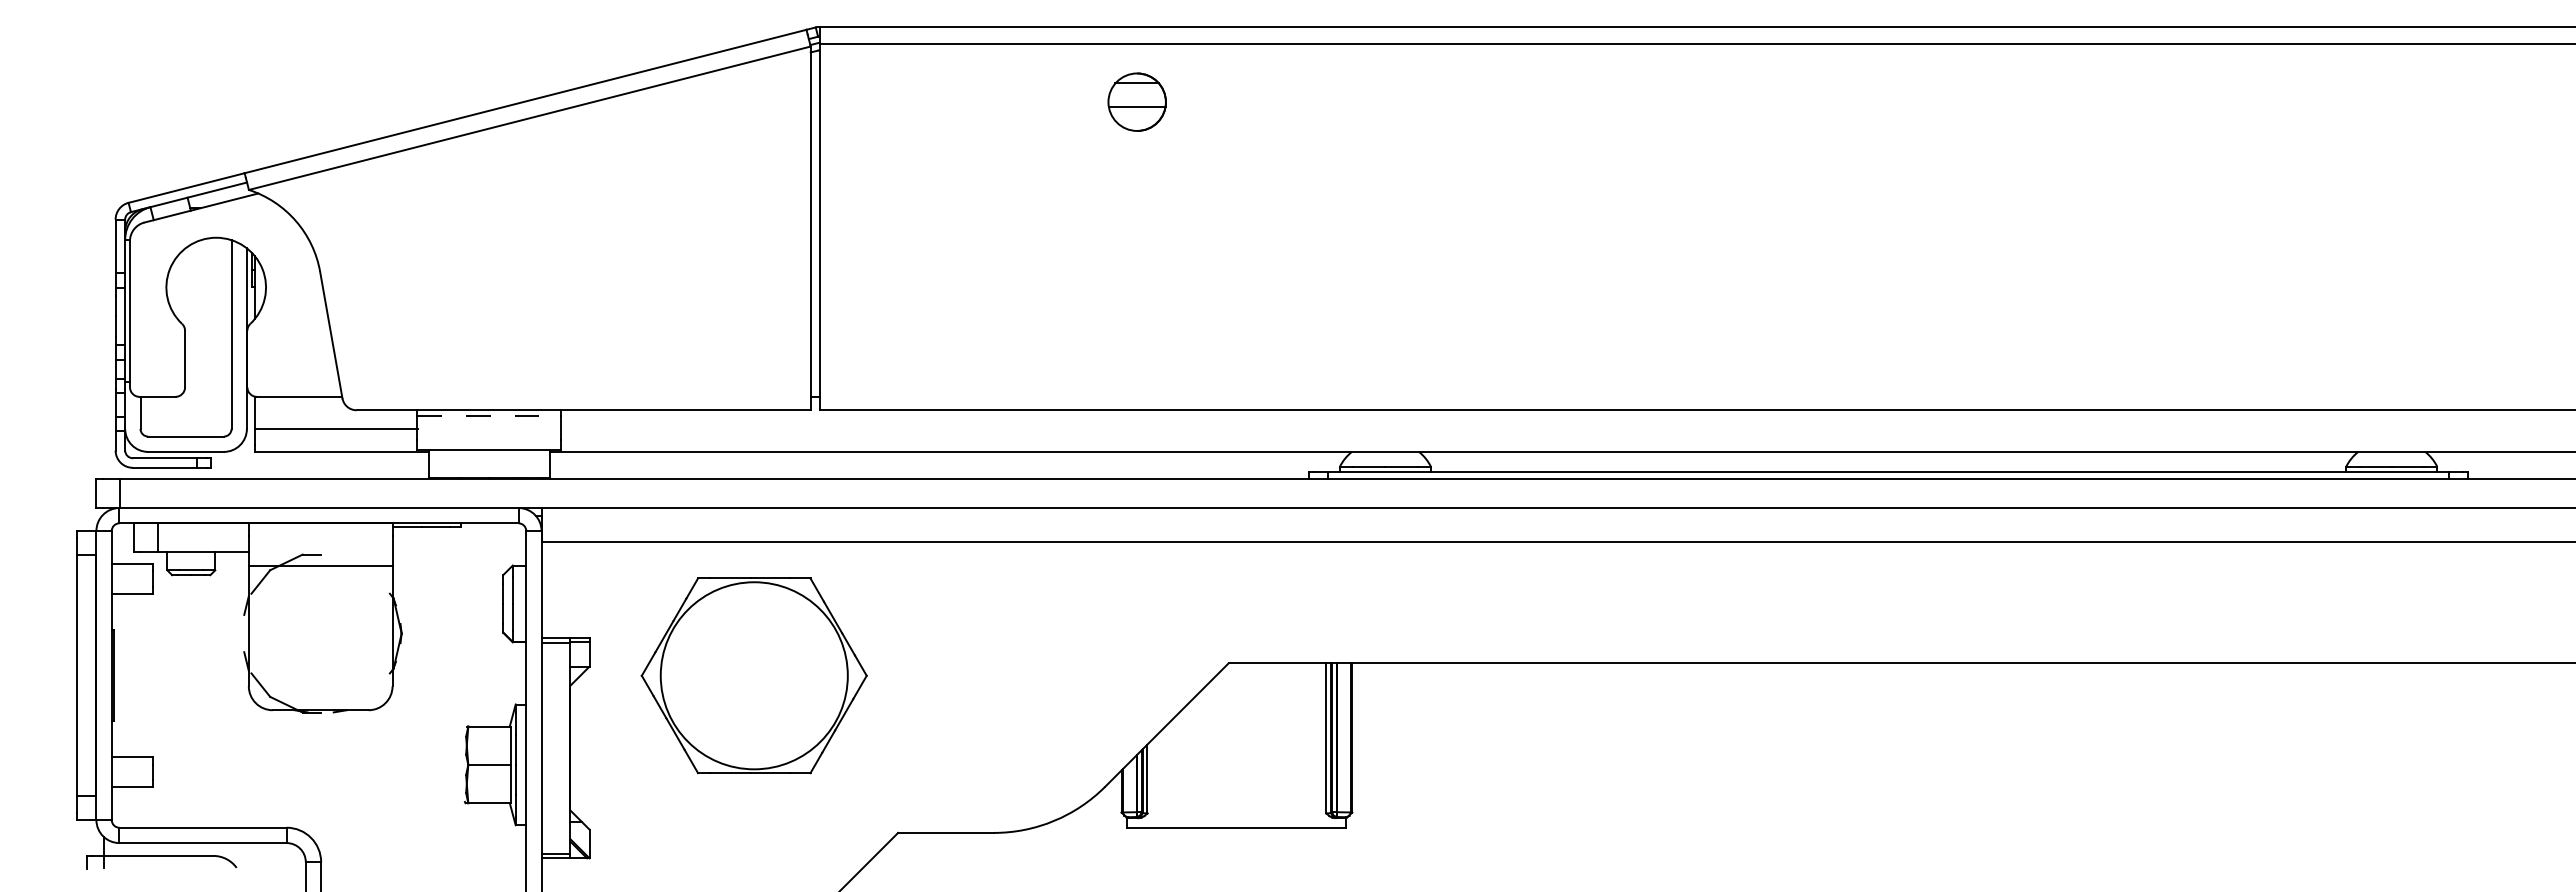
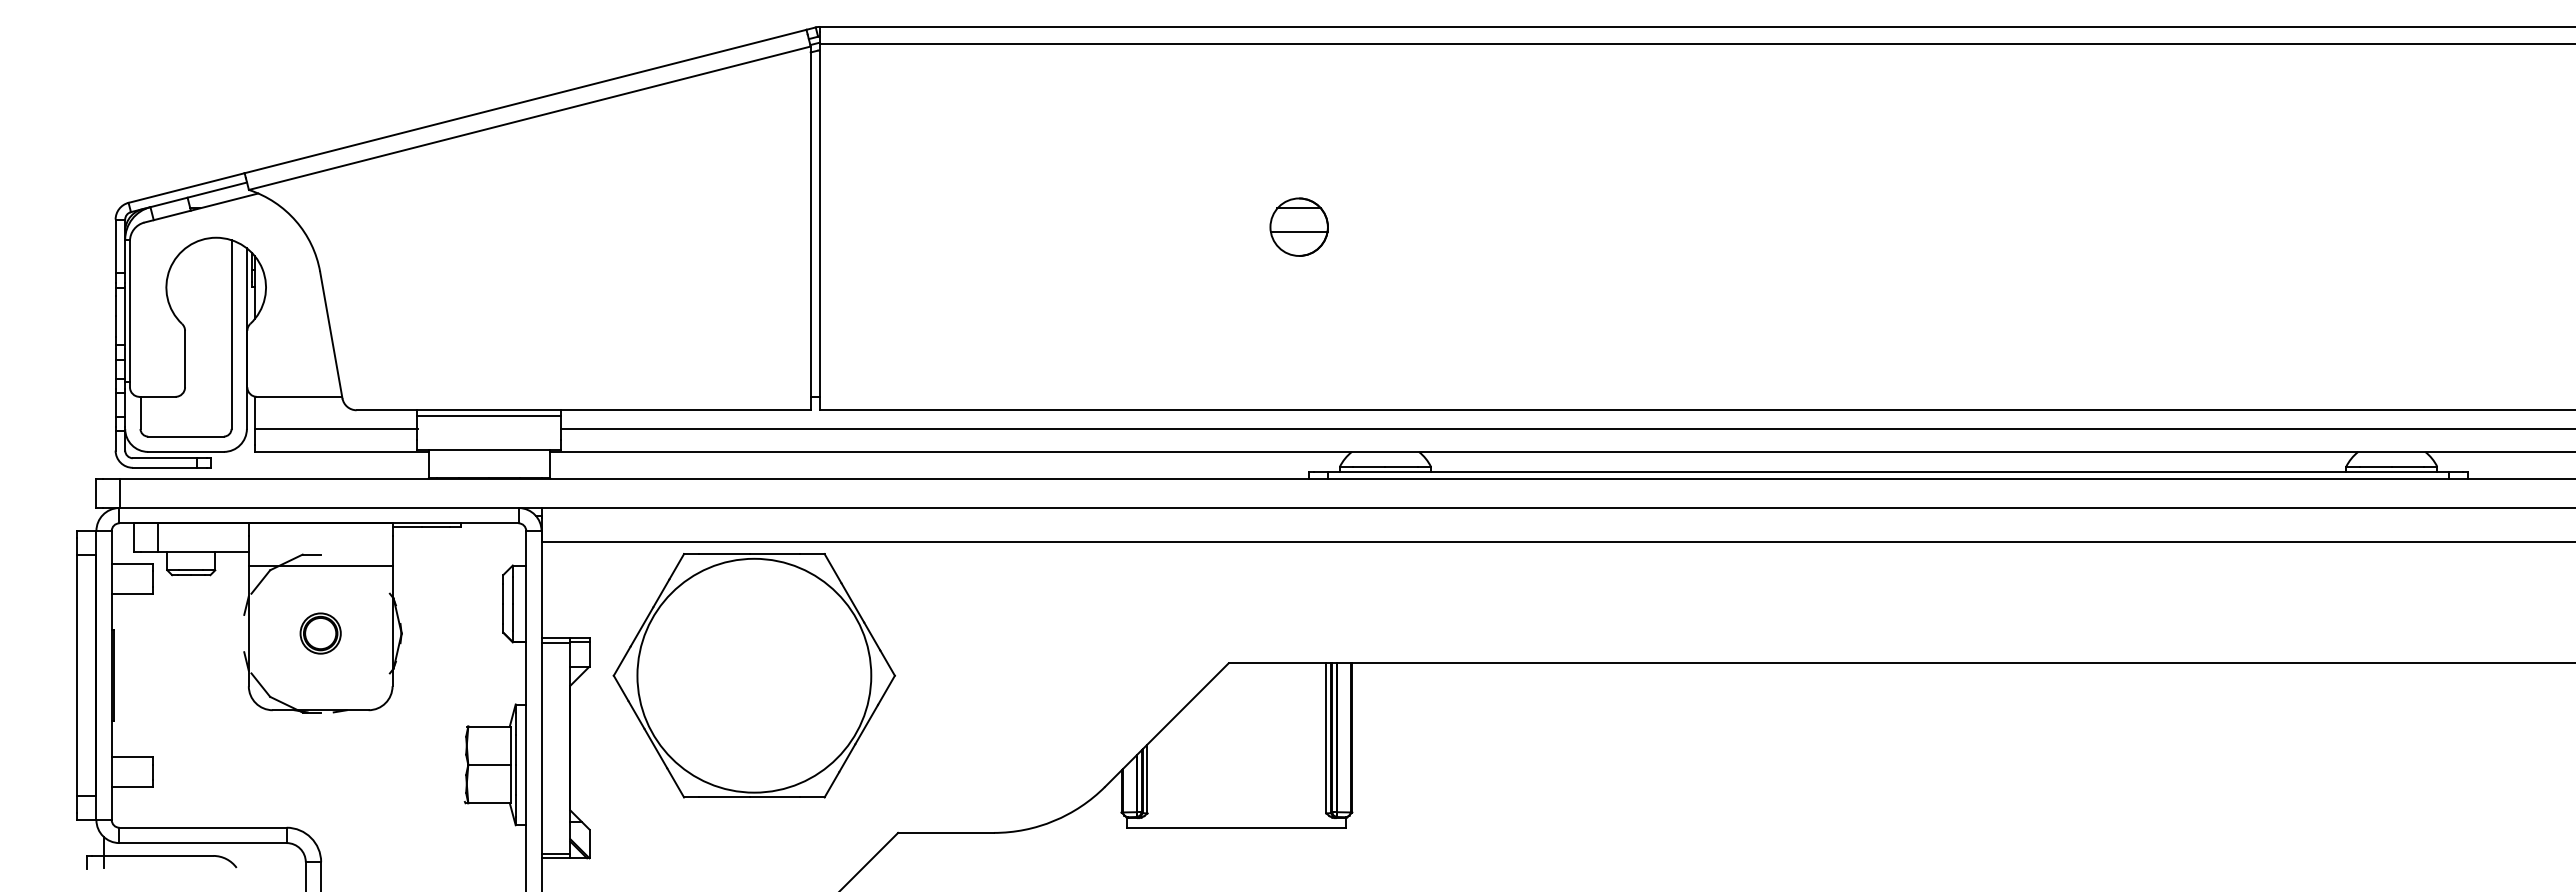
part at (1136, 101) position: (1136, 101) -> (1298, 226)
line at (489, 416): dashed -> solid
line at (1566, 428): none -> present
part at (320, 633): none -> present
part at (753, 675) size: 228x198 px -> 284x246 px
